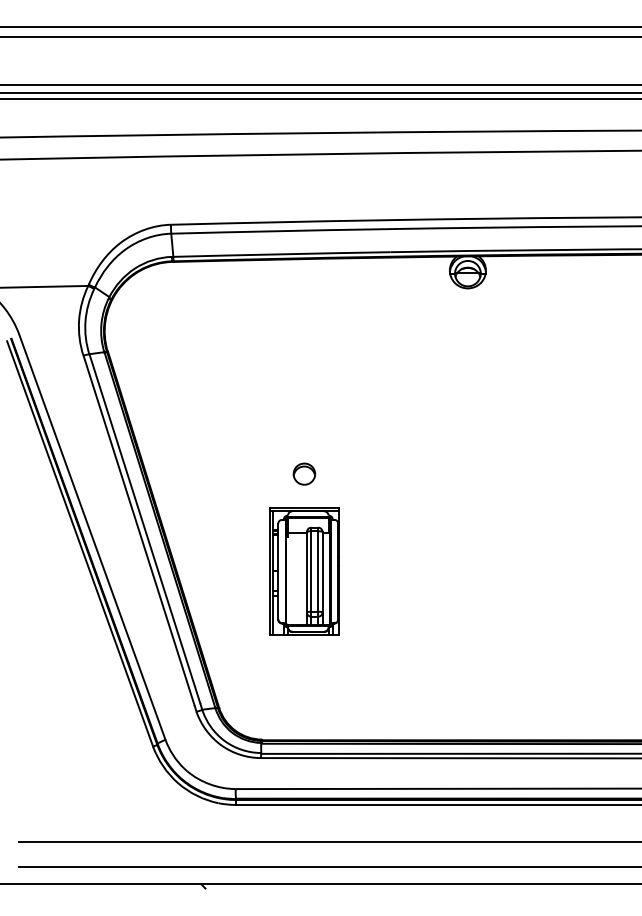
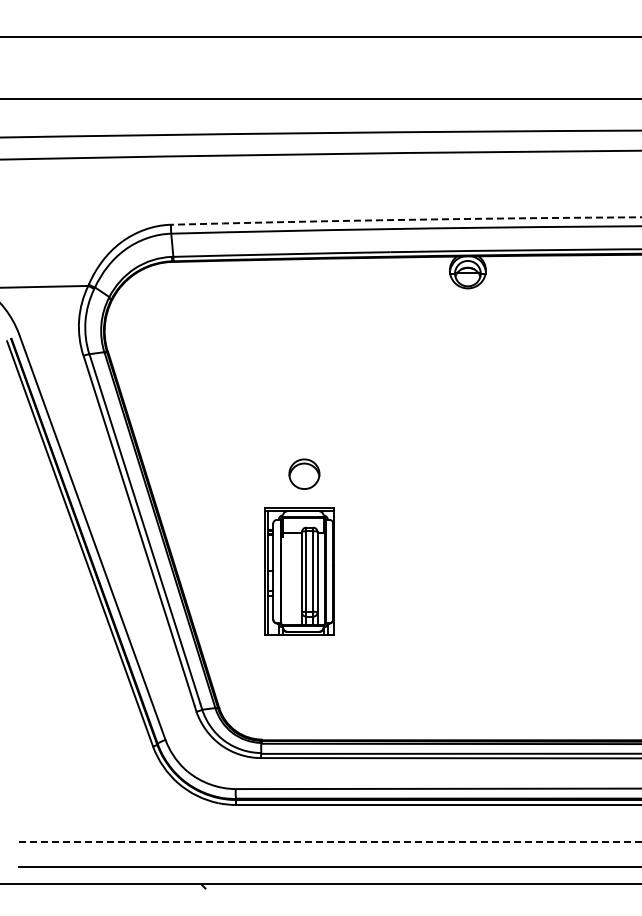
line at (320, 27): present -> none
line at (320, 85): present -> none
line at (320, 93): present -> none
arc at (405, 219): solid -> dashed
part at (304, 473) size: 25x24 px -> 33x32 px
part at (304, 571) position: (304, 571) -> (299, 571)
line at (330, 841): solid -> dashed
